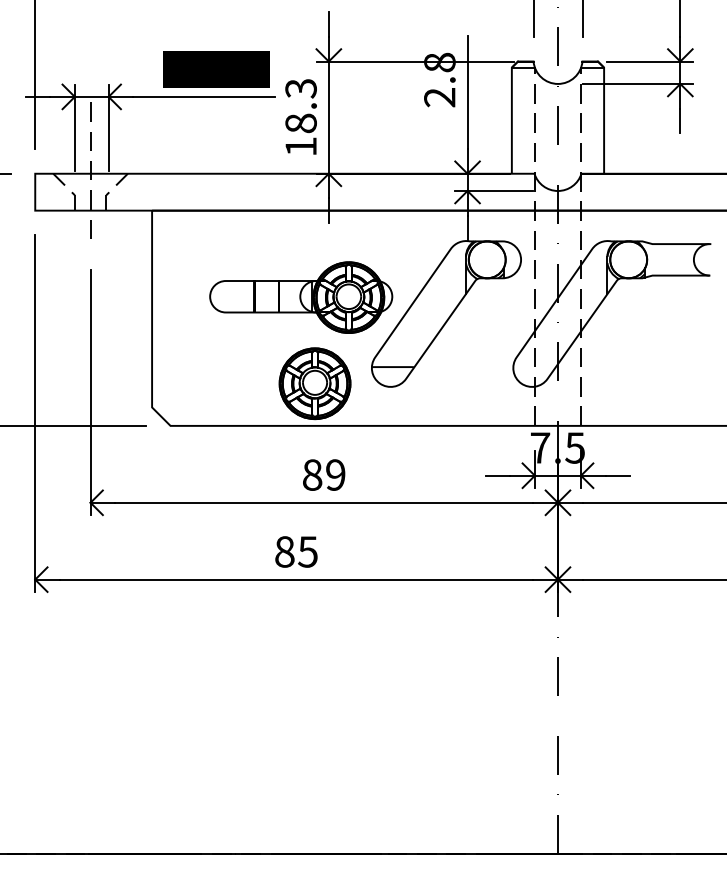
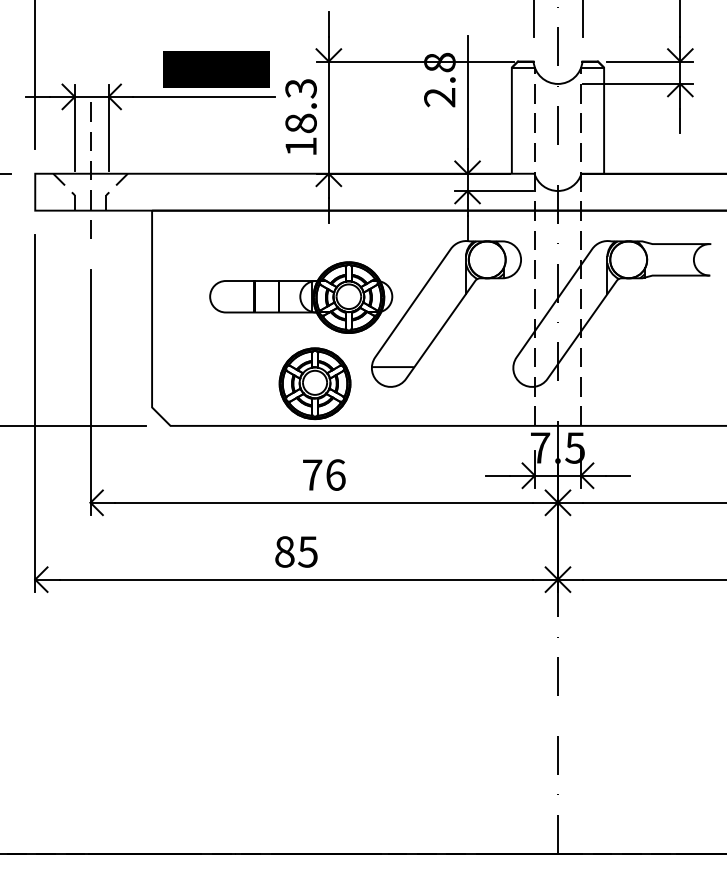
text at (324, 474): 89 -> 76
